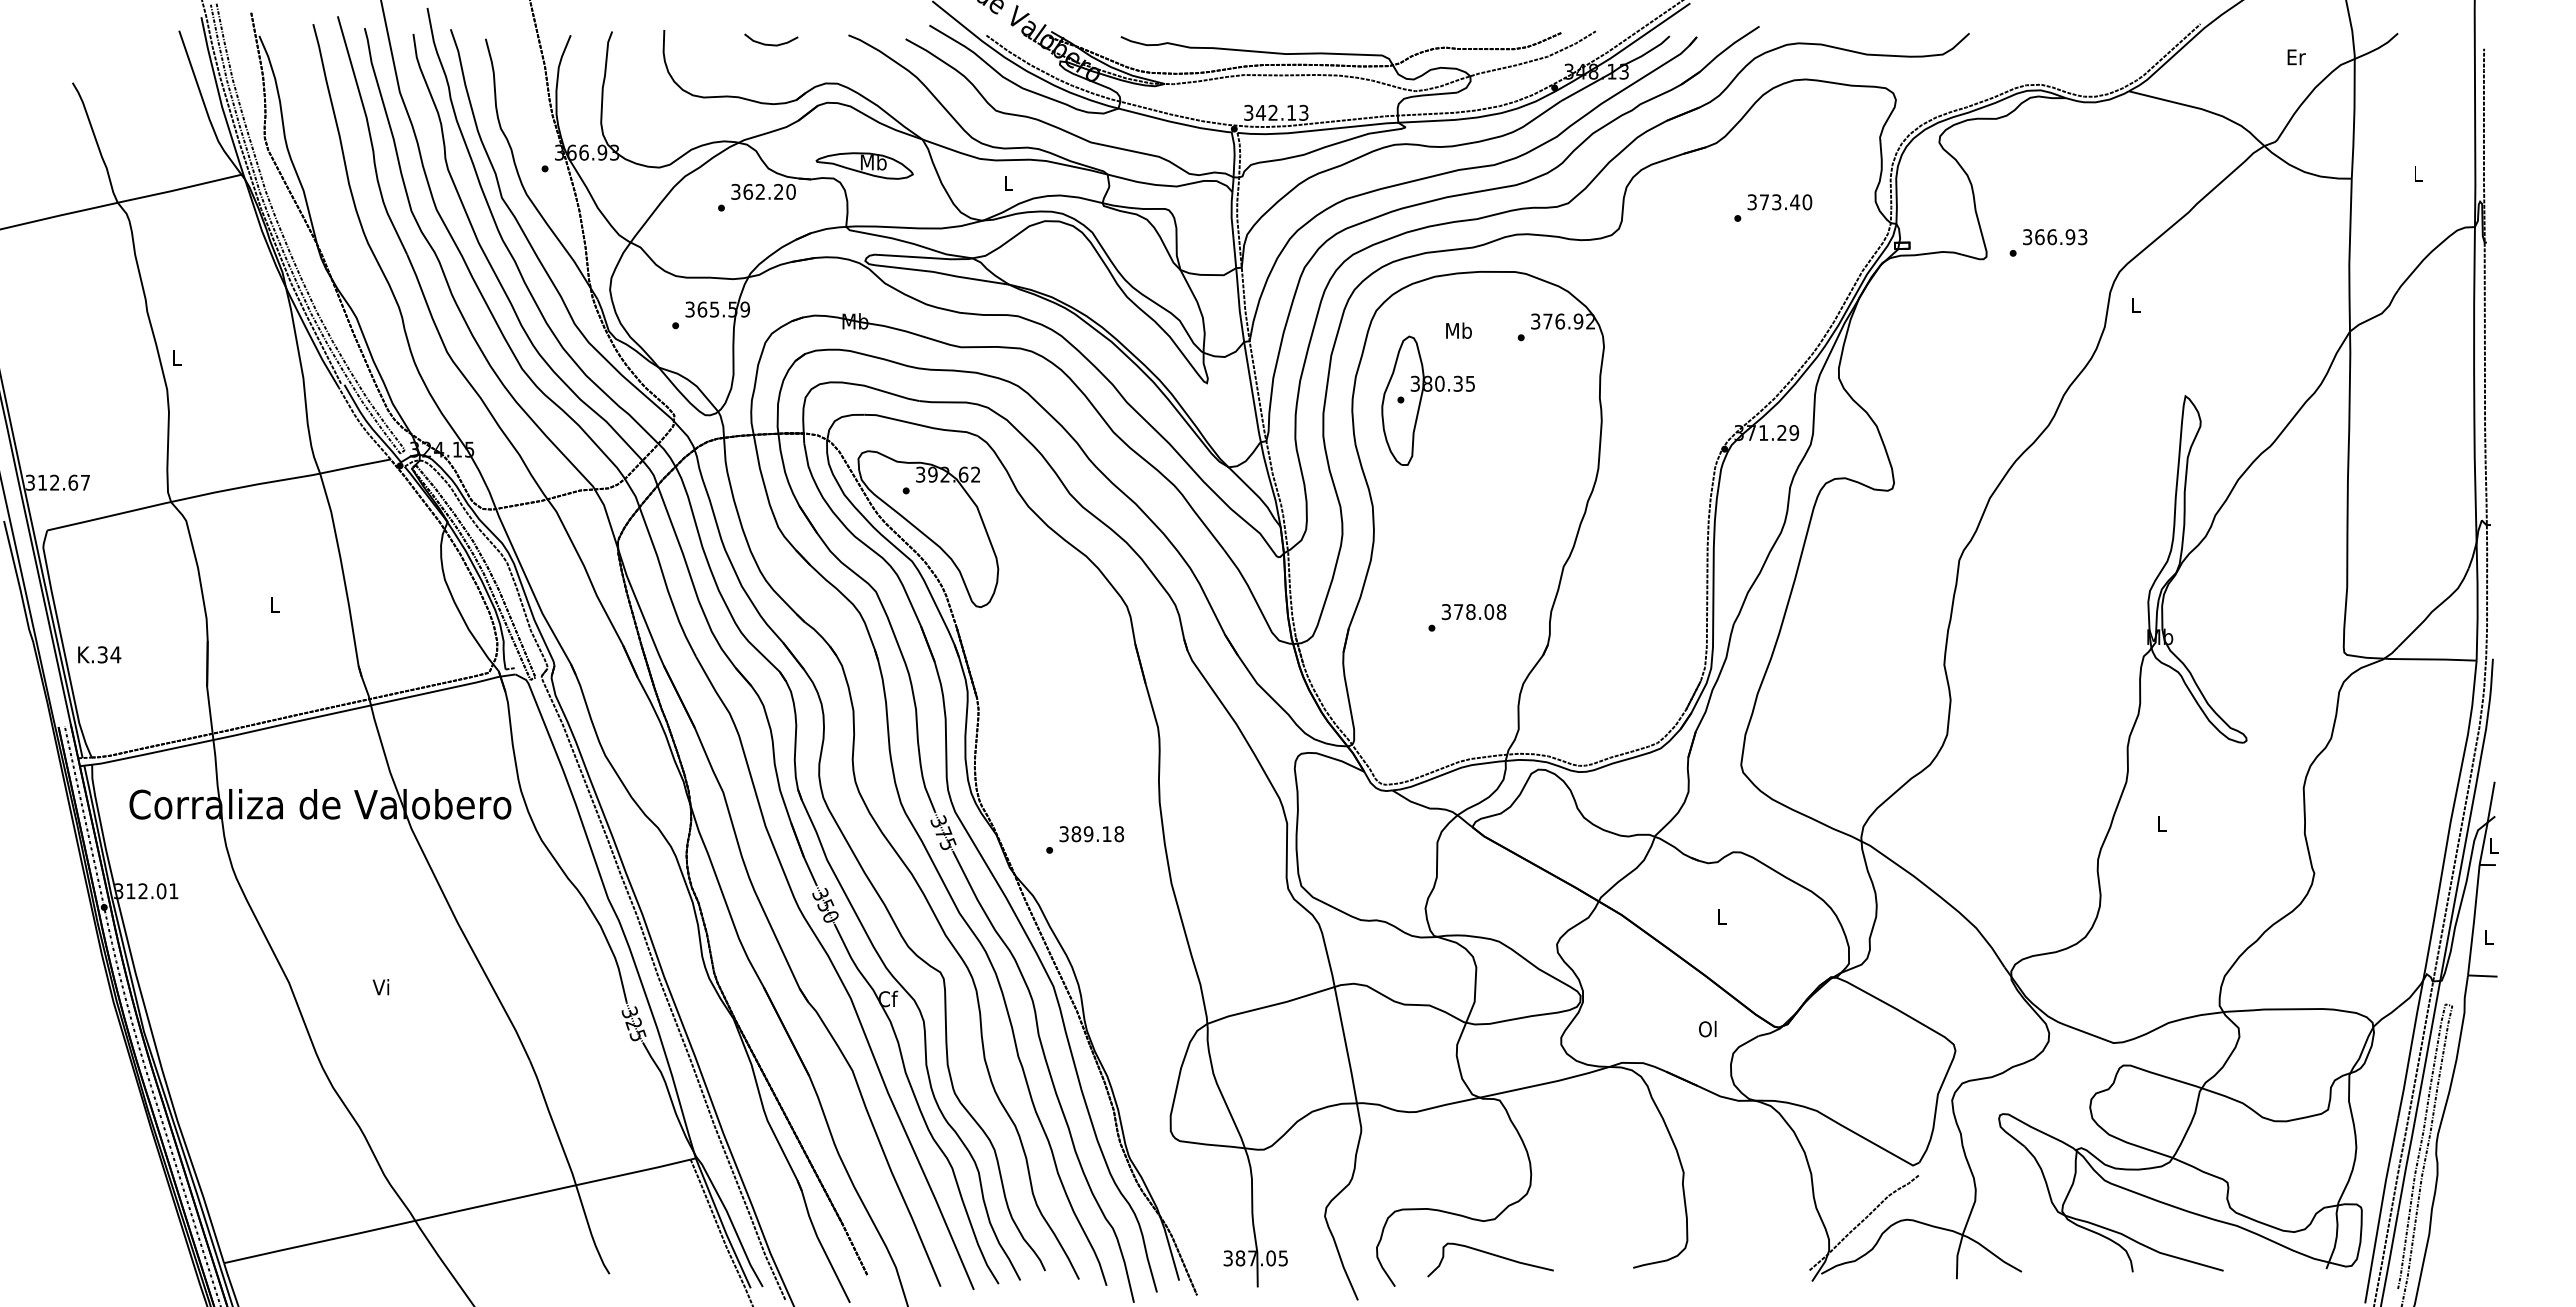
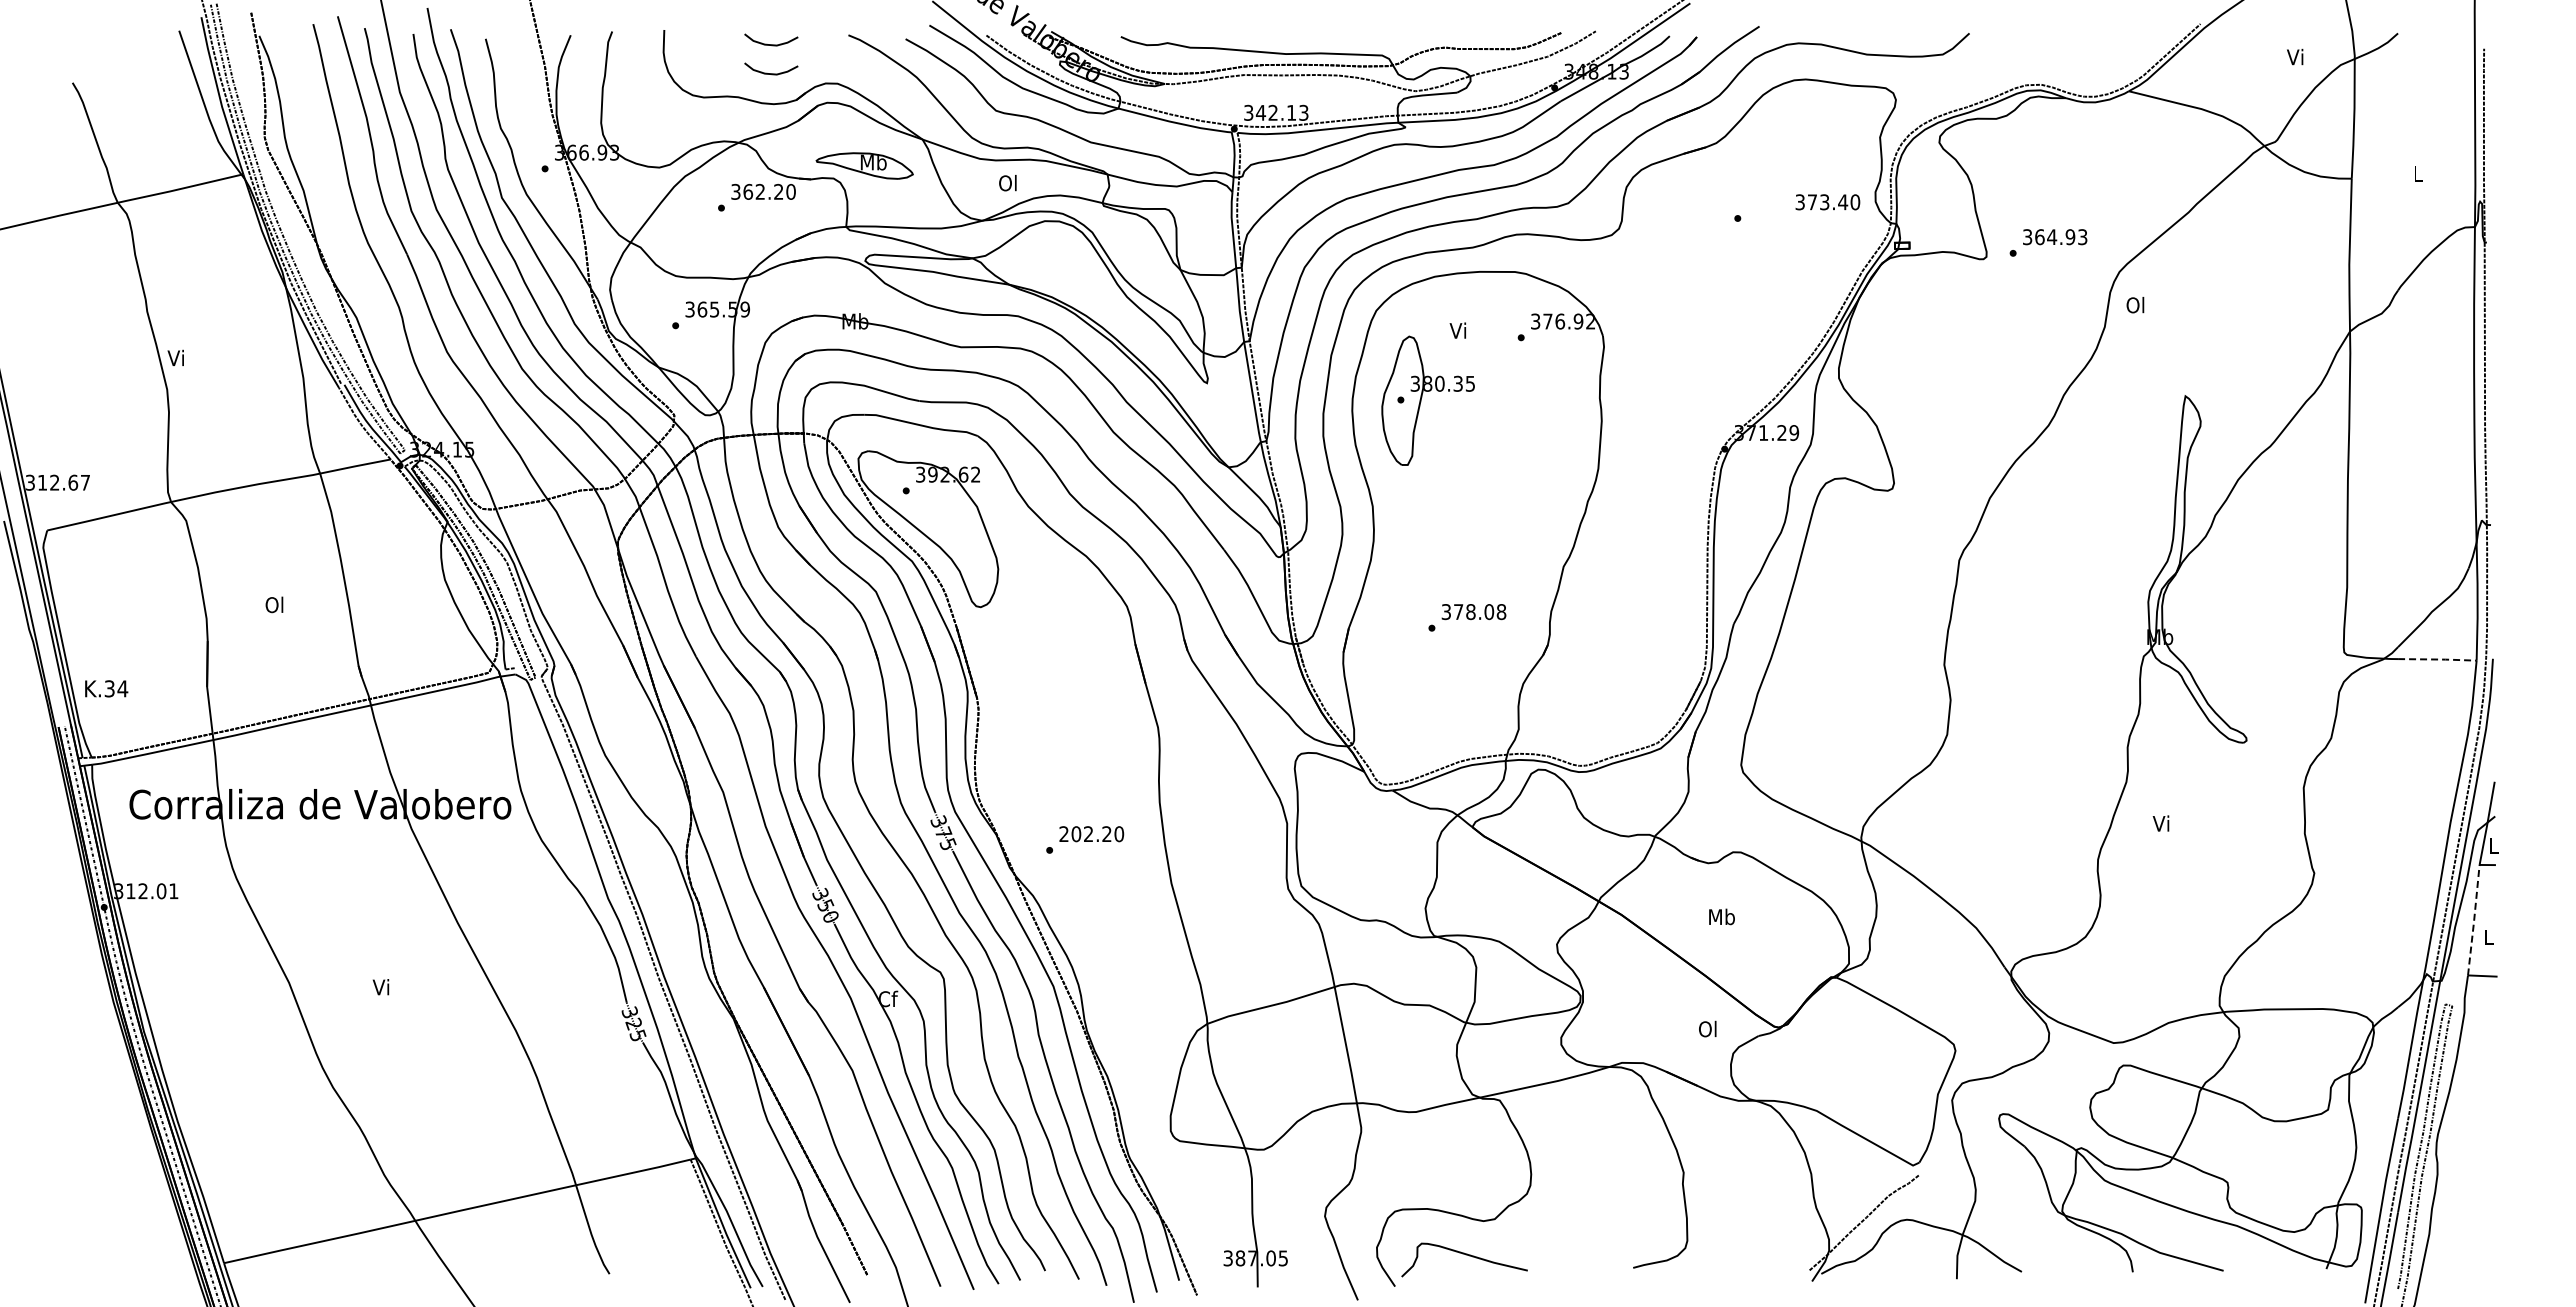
text at (2296, 56): Er -> Vi
curve at (771, 73): none -> present
text at (1007, 182): L -> Ol
text at (1779, 202) position: (1779, 202) -> (1827, 202)
text at (2052, 237): 366.93 -> 364.93
text at (2135, 304): L -> Ol
text at (1458, 330): Mb -> Vi
text at (175, 357): L -> Vi
text at (274, 604): L -> Ol
text at (99, 654) position: (99, 654) -> (106, 688)
line at (2438, 659): solid -> dashed
text at (2160, 823): L -> Vi
text at (1091, 834): 389.18 -> 202.20
text at (1721, 916): L -> Mb
line at (2474, 919): solid -> dashed
curve at (1491, 1255) position: (1491, 1255) -> (1465, 1255)
